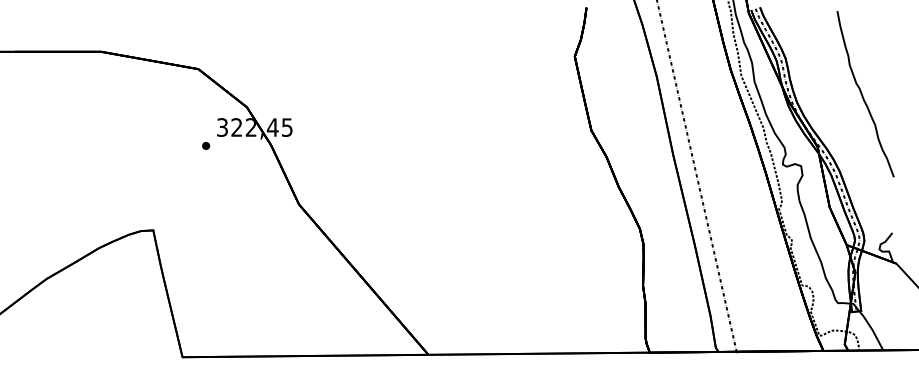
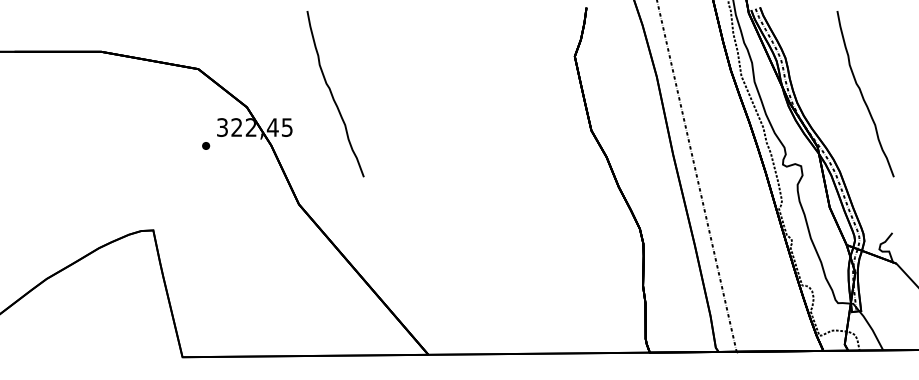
curve at (333, 95): none -> present
